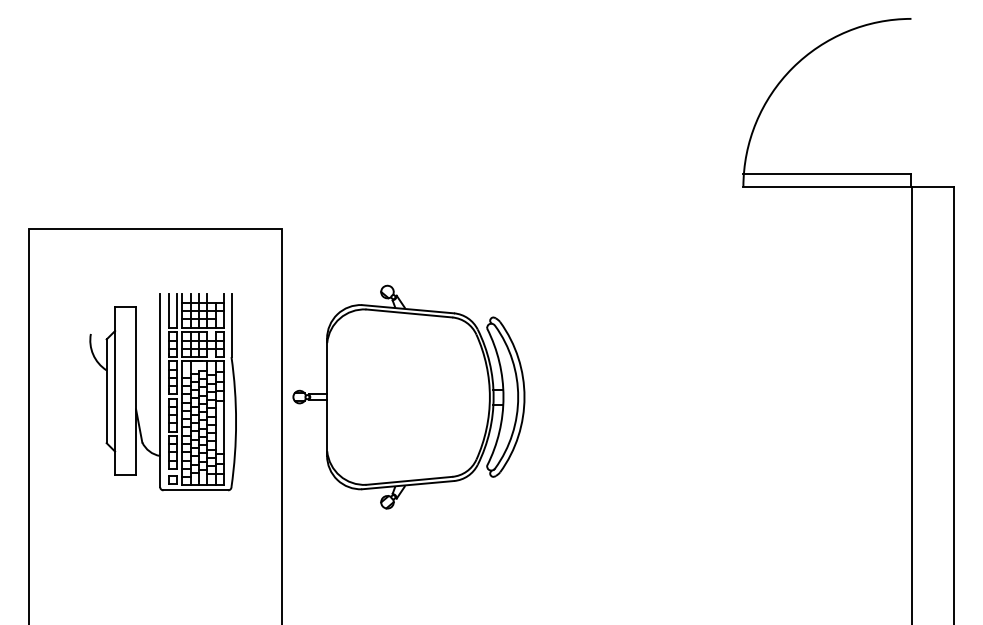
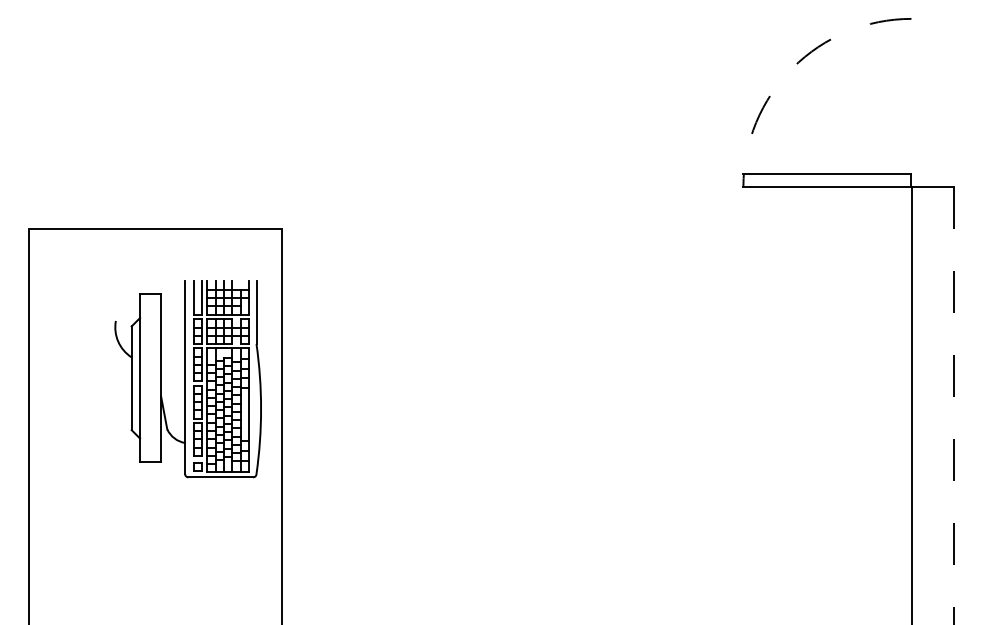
arc at (792, 68): solid -> dashed
part at (162, 392) position: (162, 392) -> (187, 379)
part at (408, 396): present -> none
line at (953, 405): solid -> dashed
